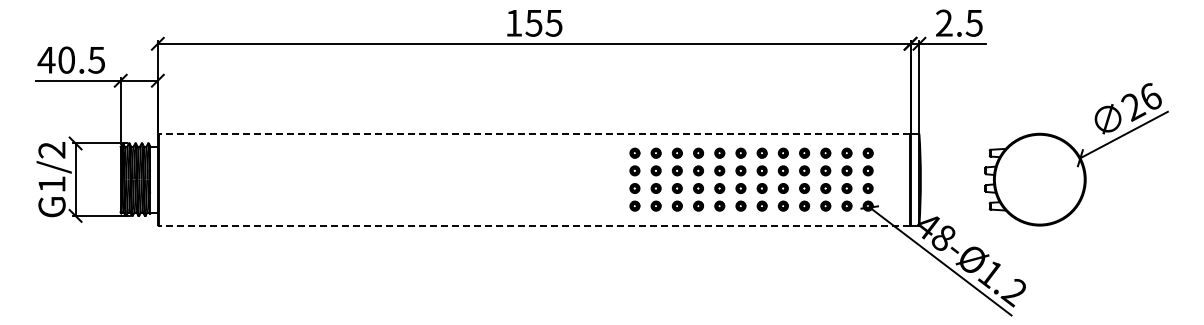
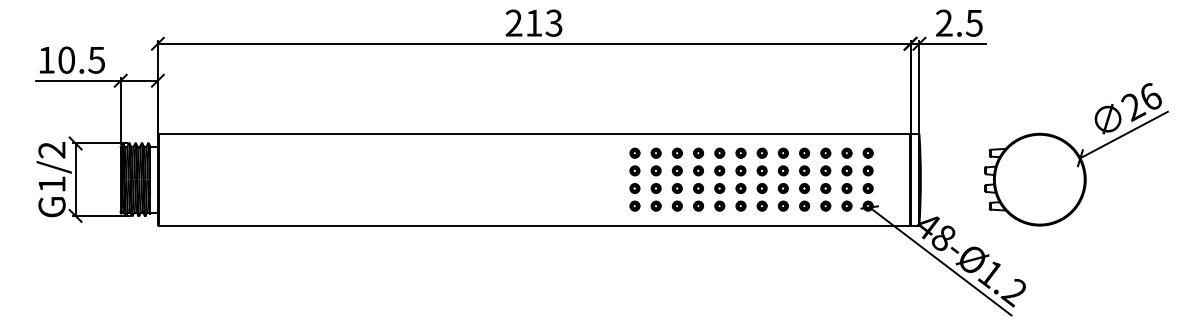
text at (533, 22): 155 -> 213
text at (46, 60): 40.5 -> 10.5
line at (534, 133): dashed -> solid
line at (534, 225): dashed -> solid
